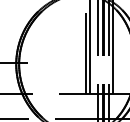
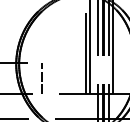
line at (42, 78): none -> present
